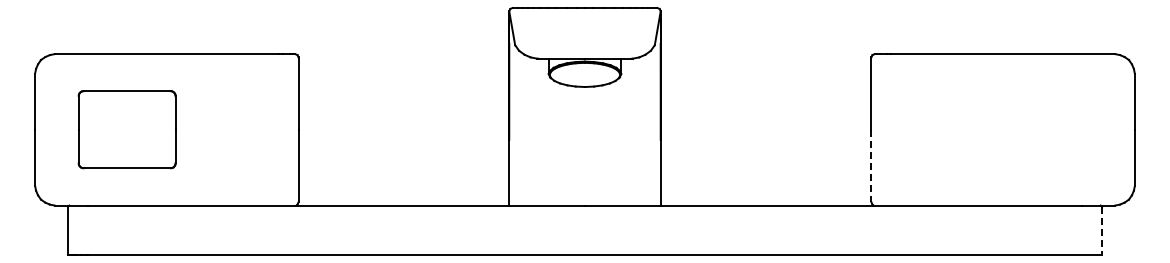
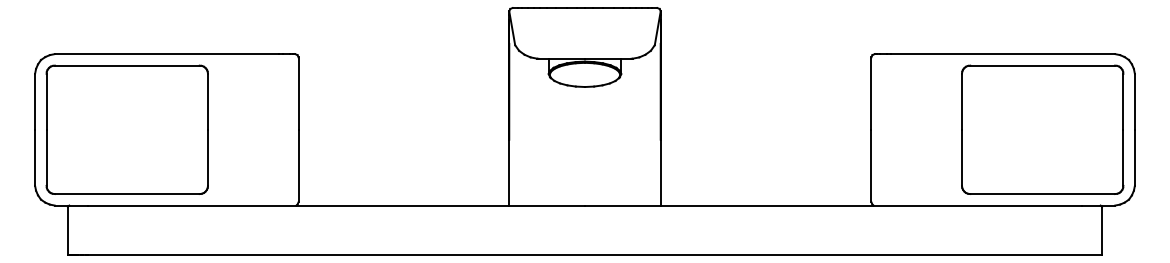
part at (126, 129) size: 100x80 px -> 164x131 px
part at (1042, 129): none -> present
line at (871, 166): dashed -> solid
line at (1101, 231): dashed -> solid
